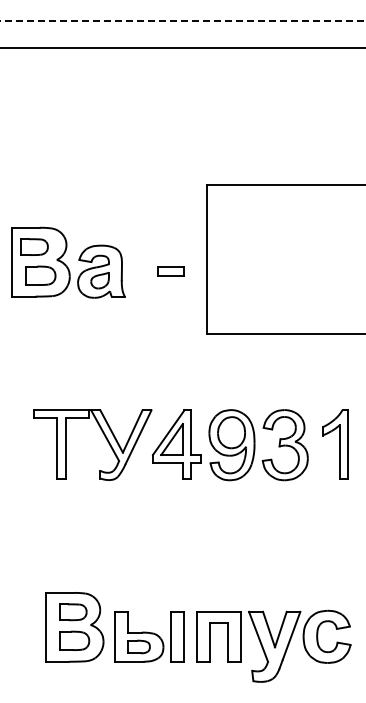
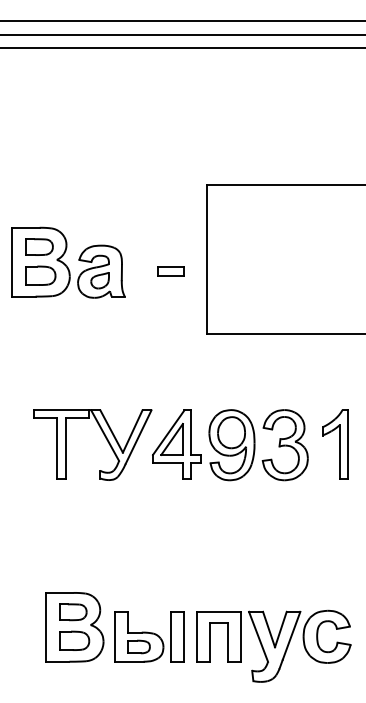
line at (182, 21): dashed -> solid
line at (182, 34): none -> present
part at (34, 246) position: (34, 246) -> (39, 246)
